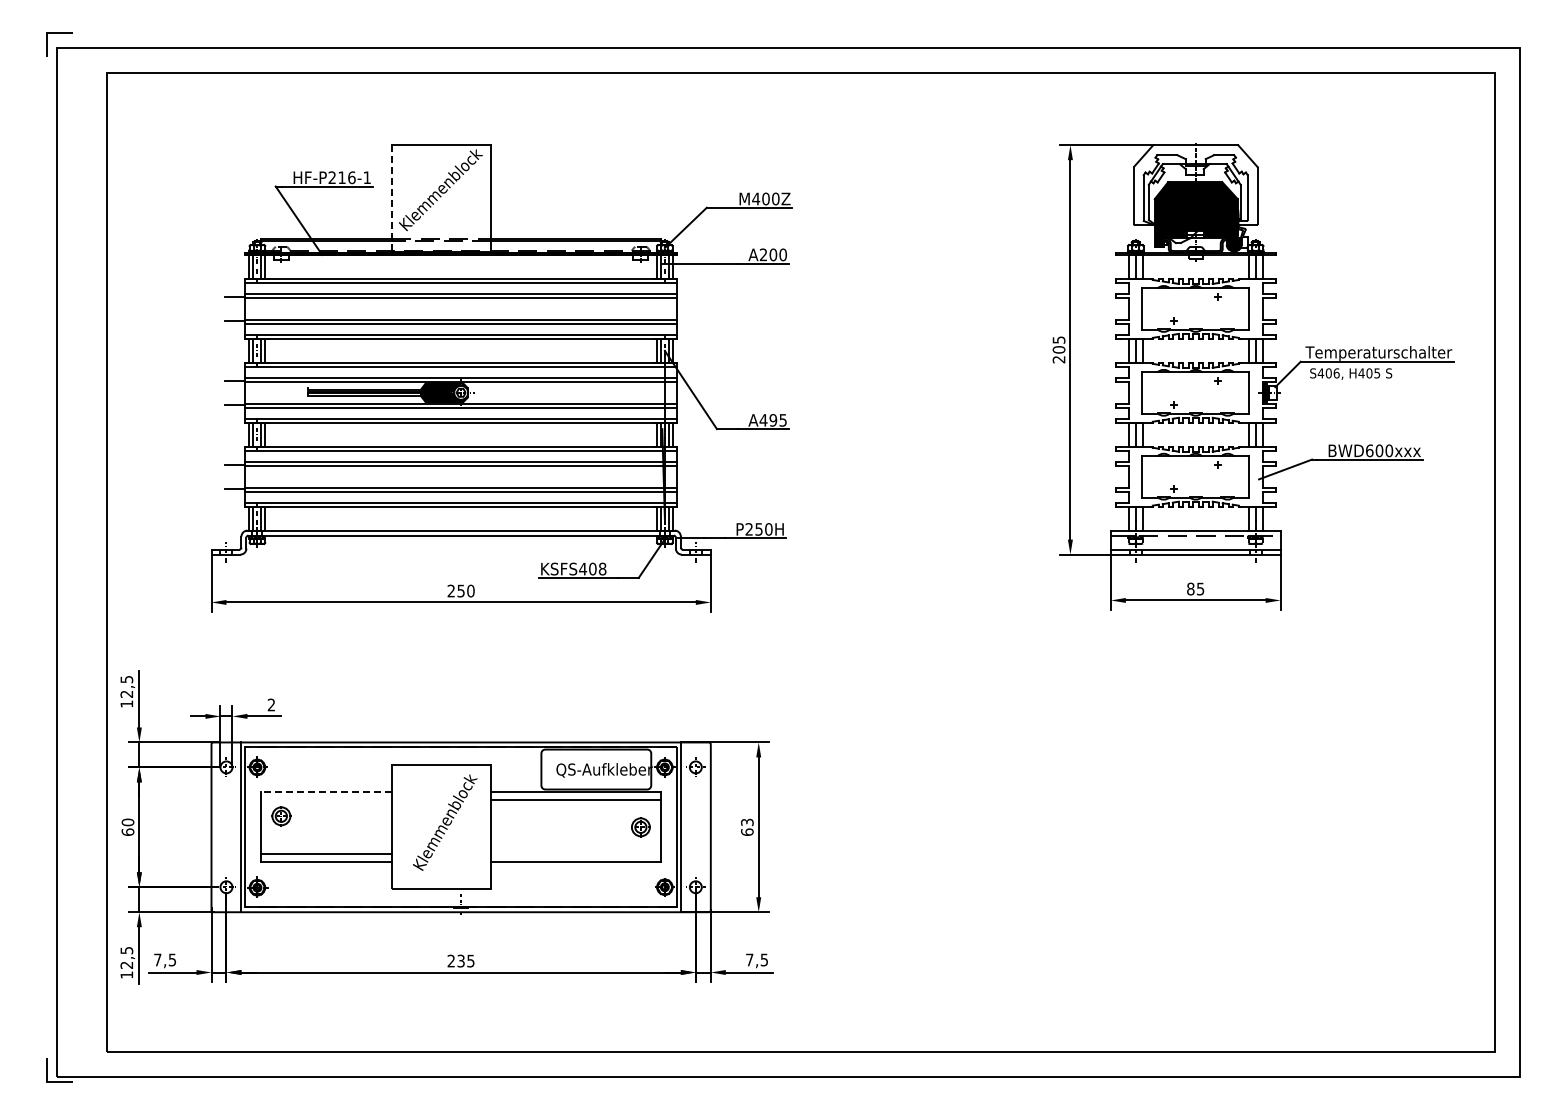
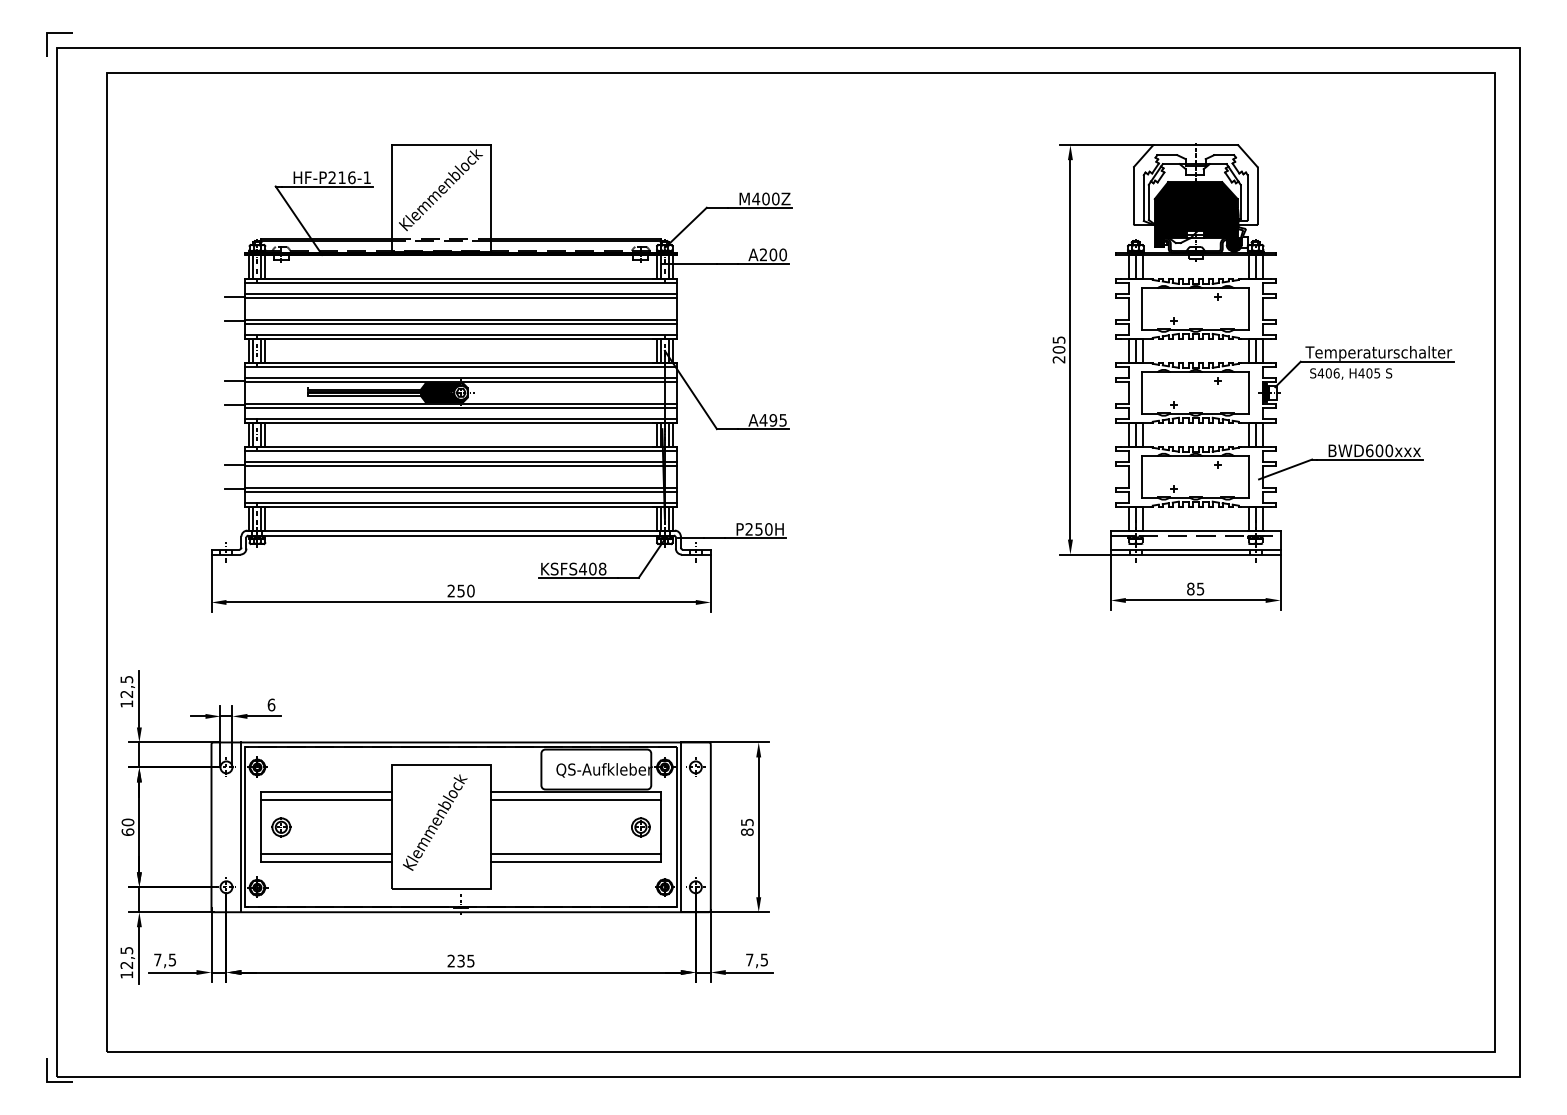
line at (392, 199): dashed -> solid
text at (271, 704): 2 -> 6
line at (326, 792): dashed -> solid
line at (326, 800): none -> present
part at (281, 816) position: (281, 816) -> (281, 827)
text at (445, 822) position: (445, 822) -> (435, 822)
text at (747, 826): 63 -> 85
line at (575, 854): none -> present
